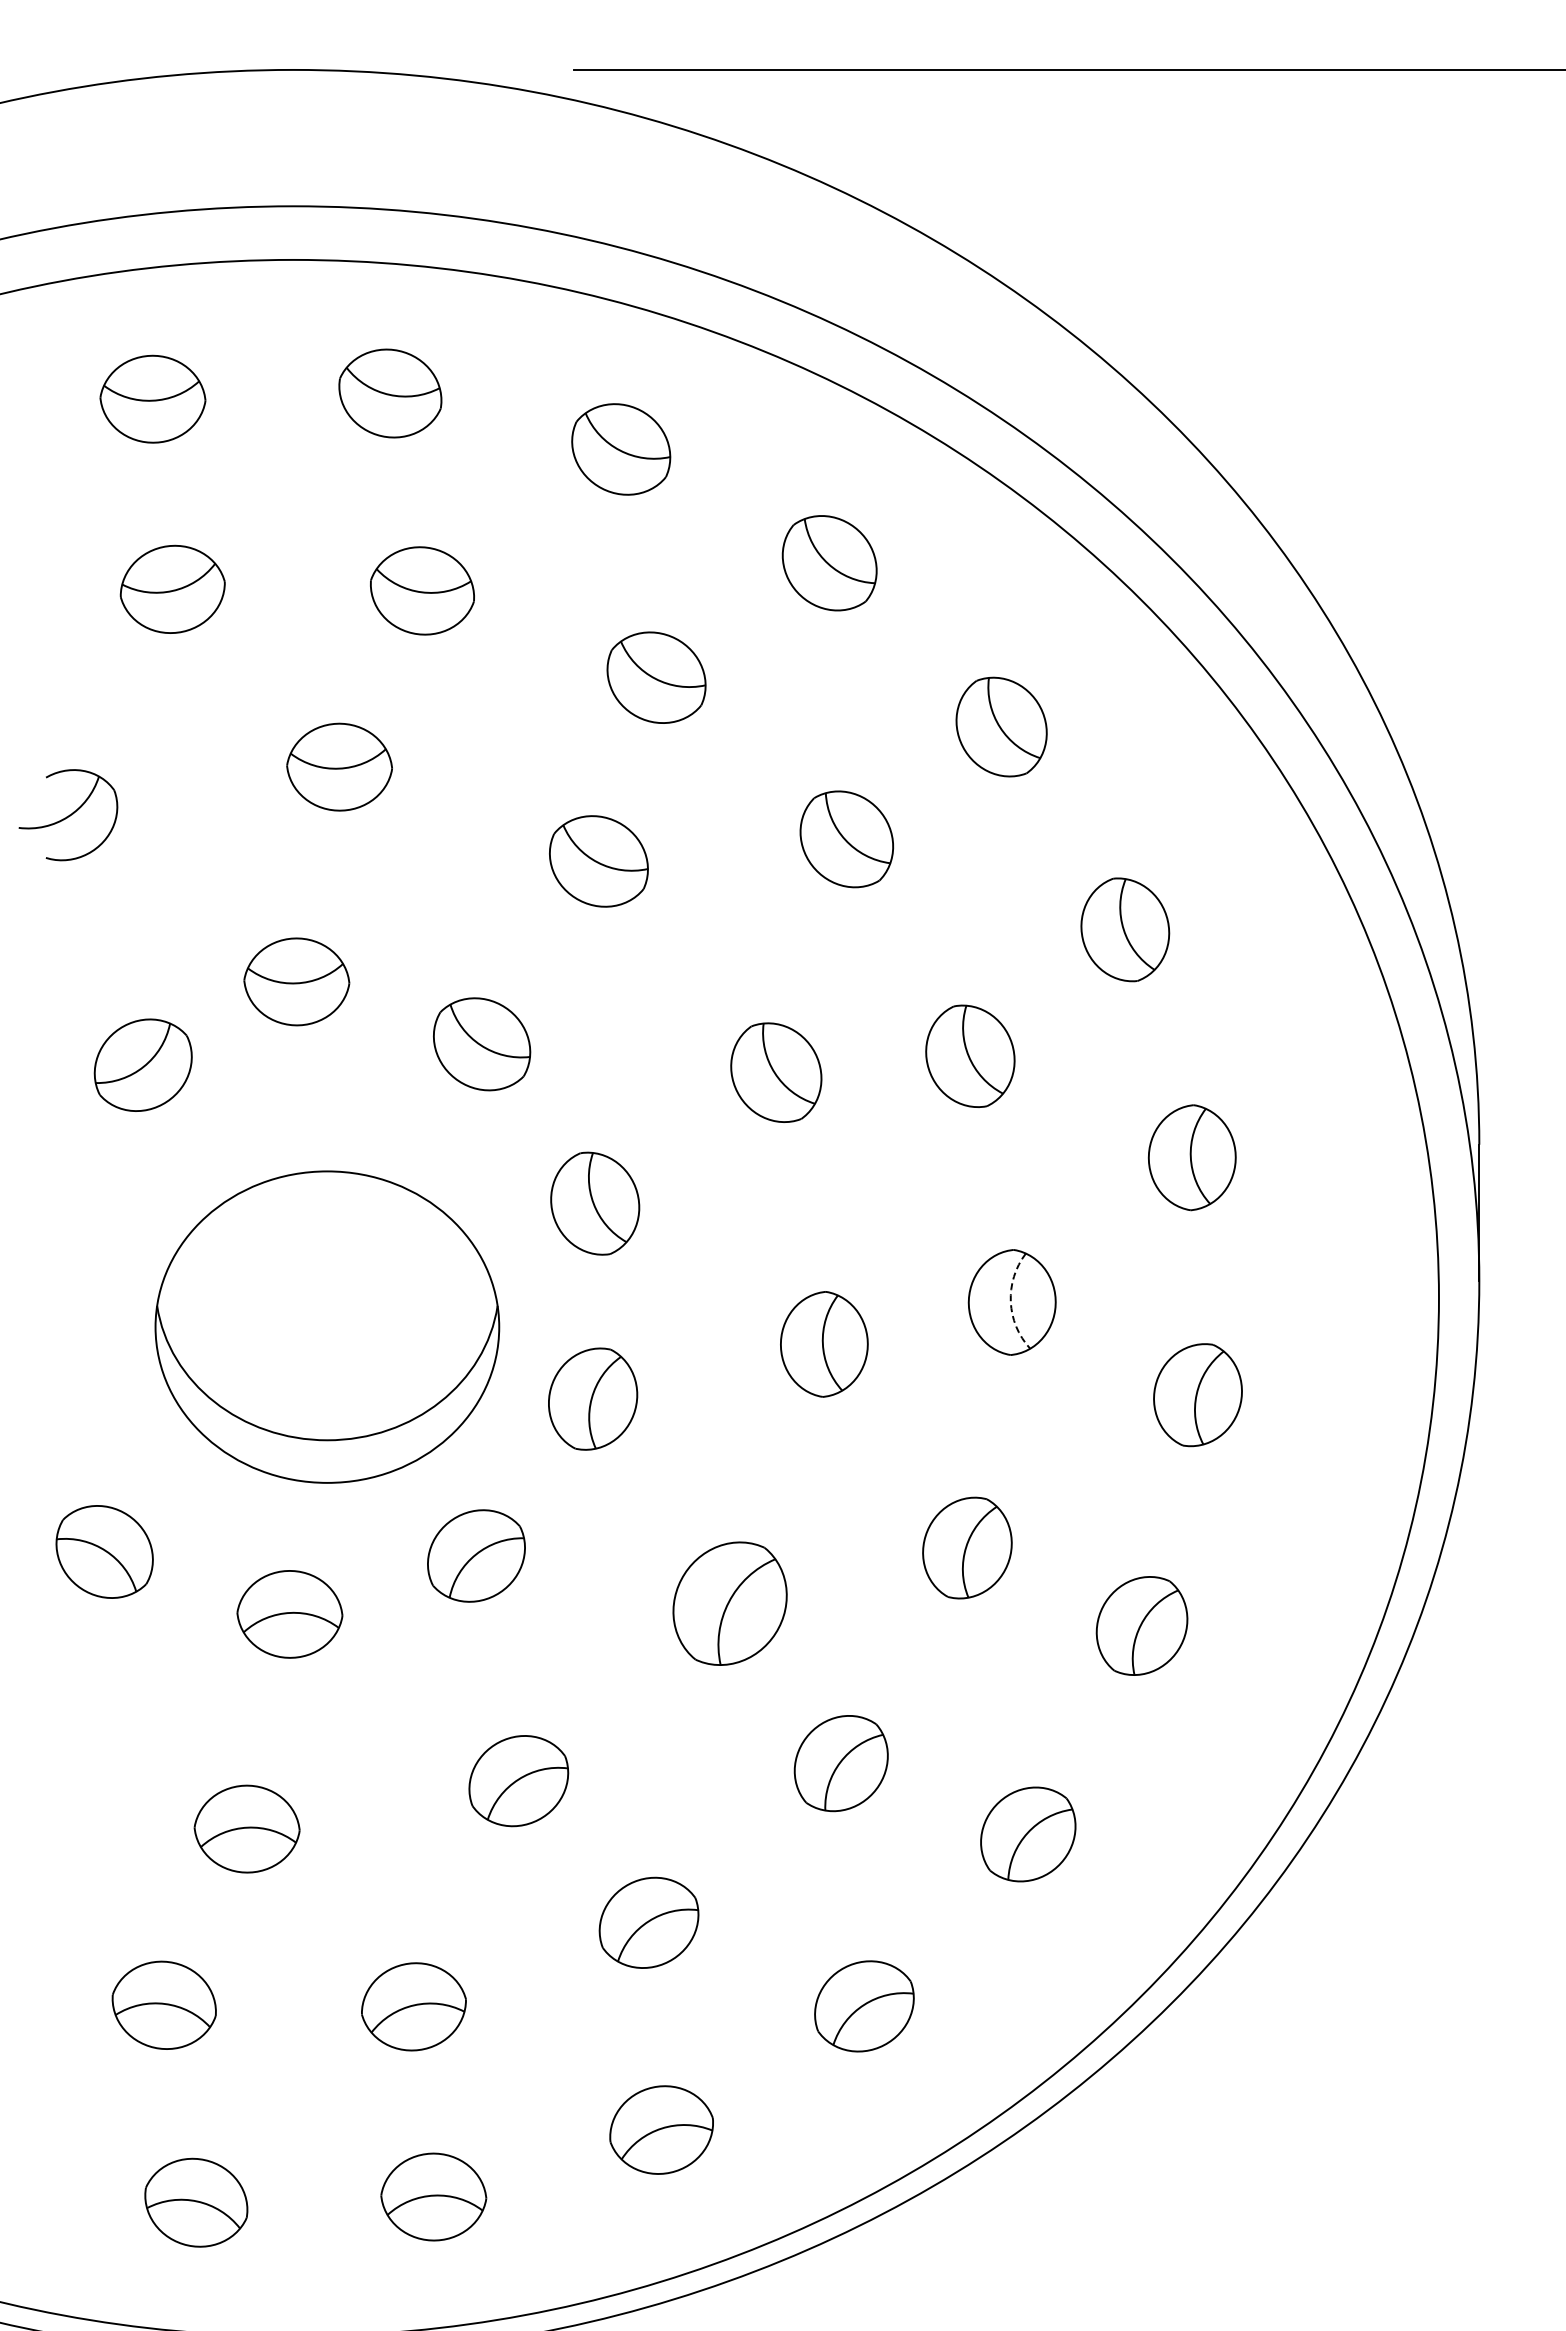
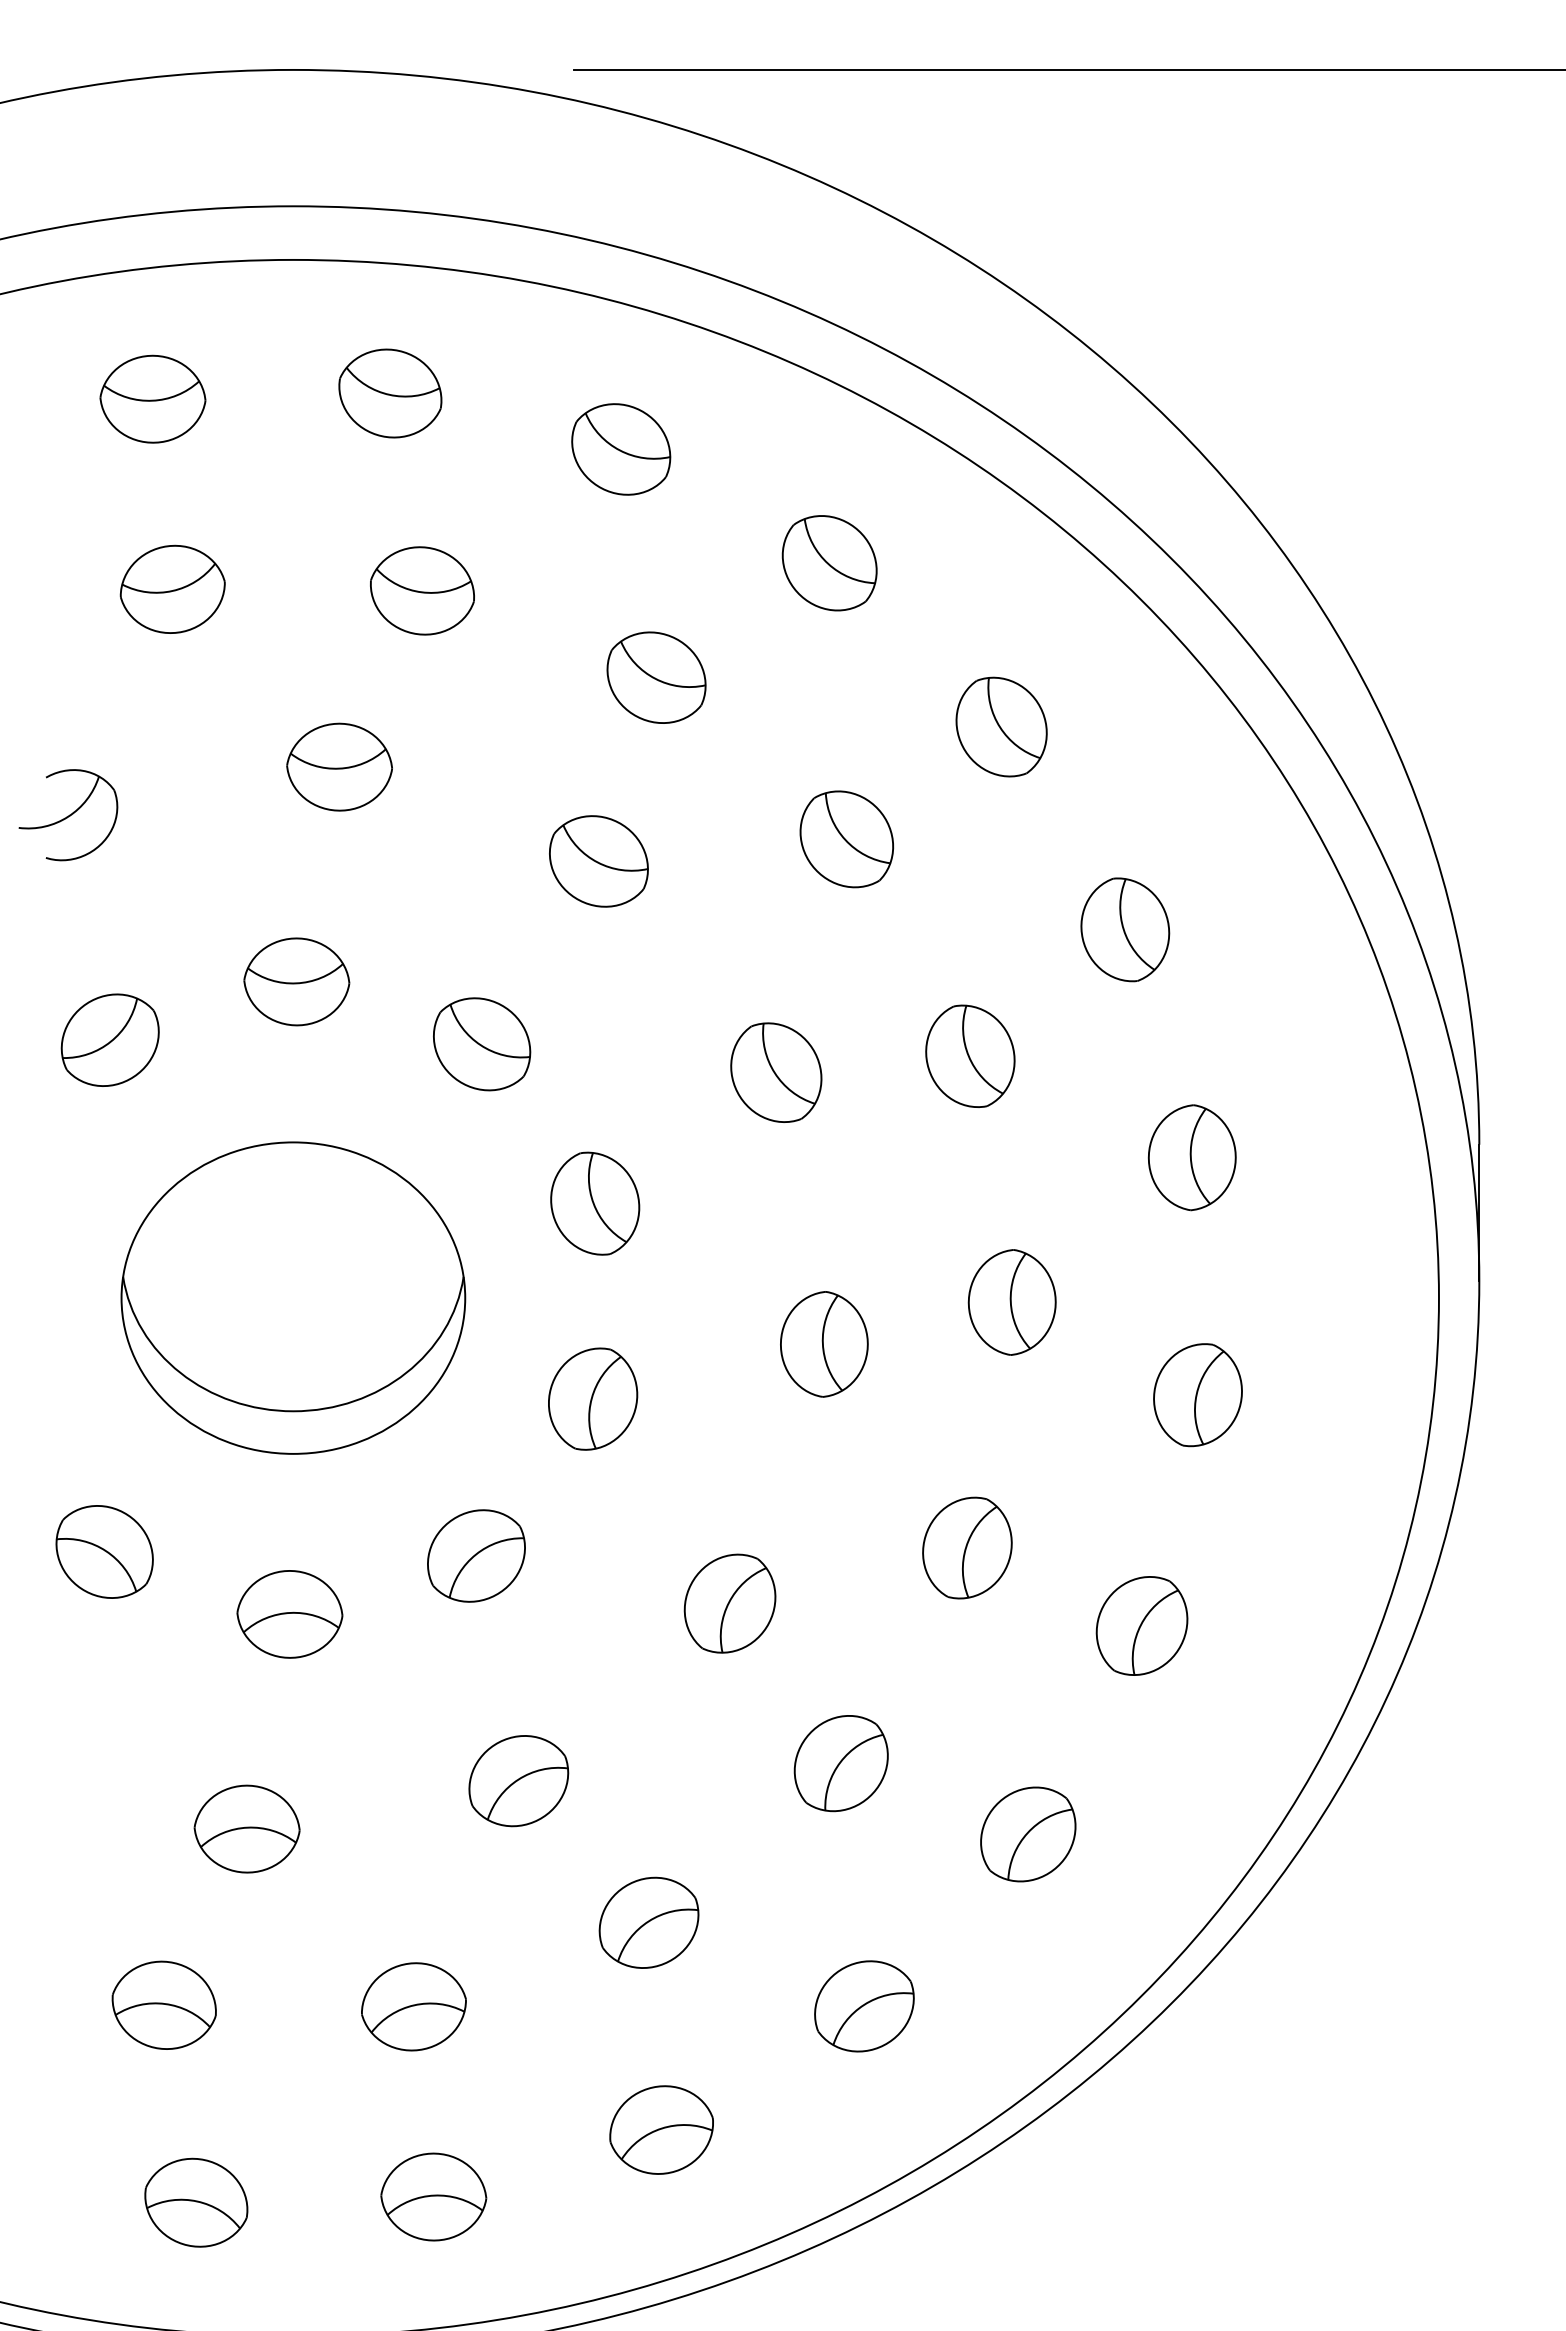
part at (142, 1064) position: (142, 1064) -> (109, 1039)
arc at (1010, 1301): dashed -> solid
part at (327, 1326) position: (327, 1326) -> (293, 1297)
part at (729, 1603) size: 116x125 px -> 94x101 px
